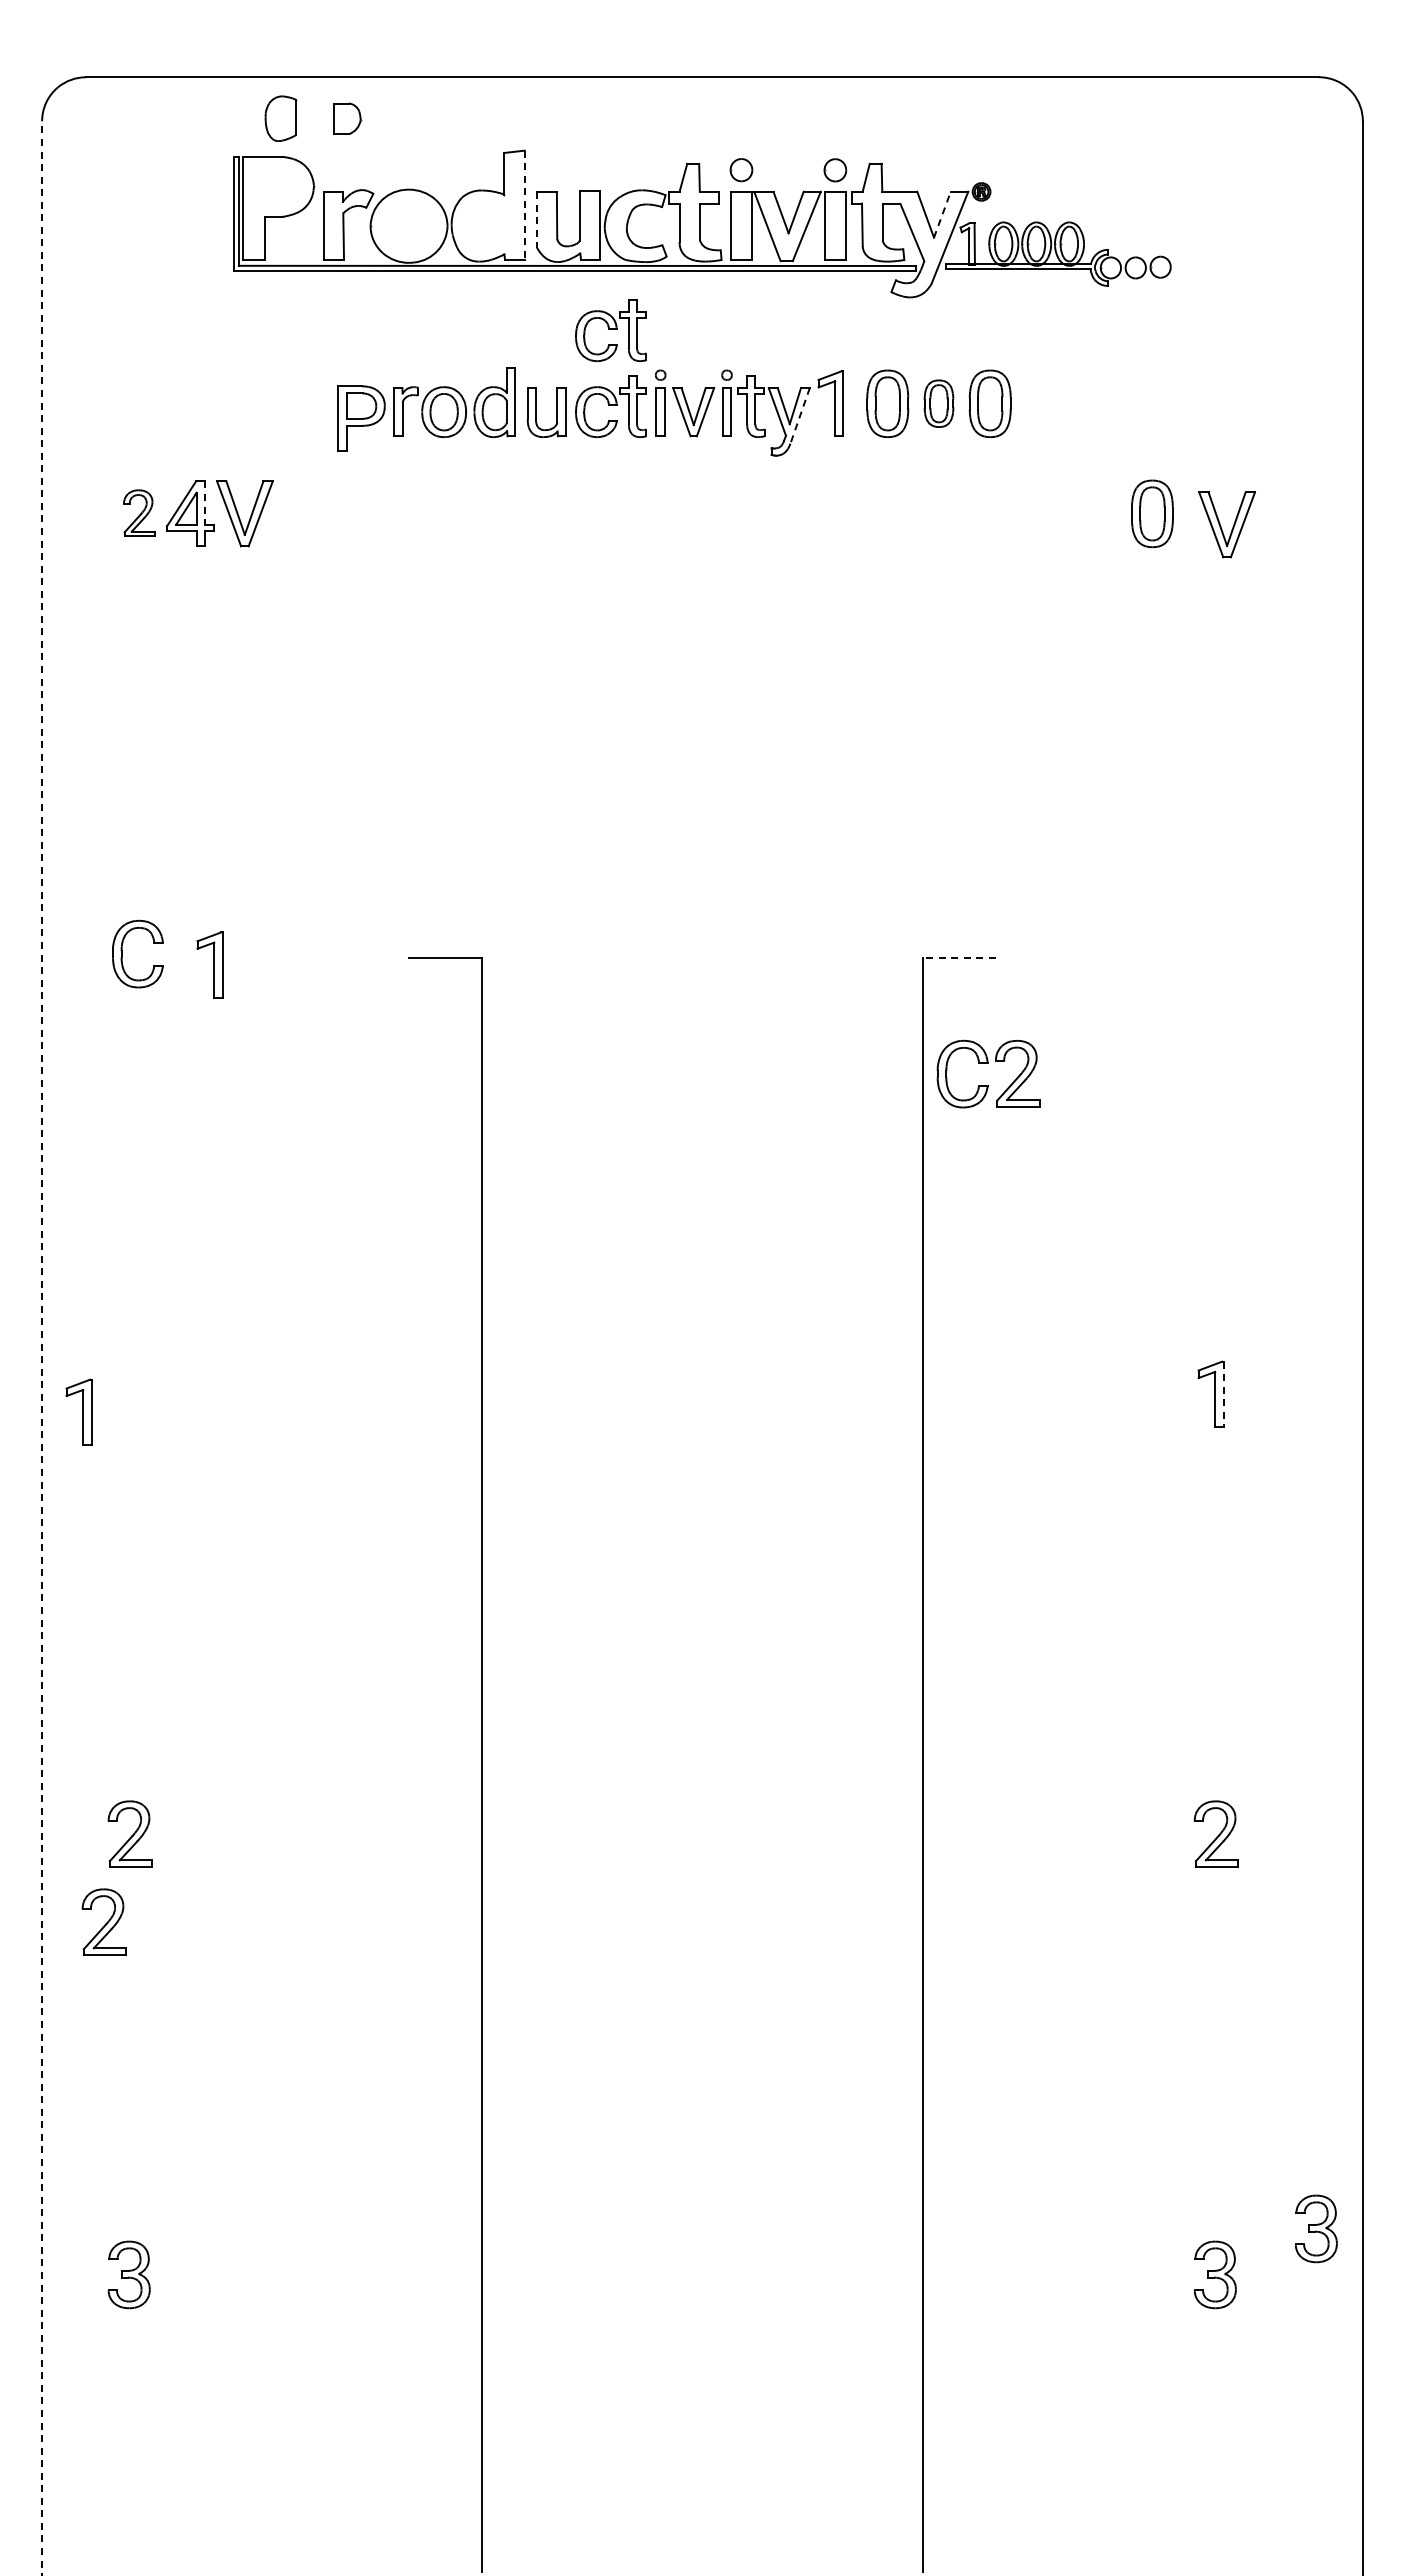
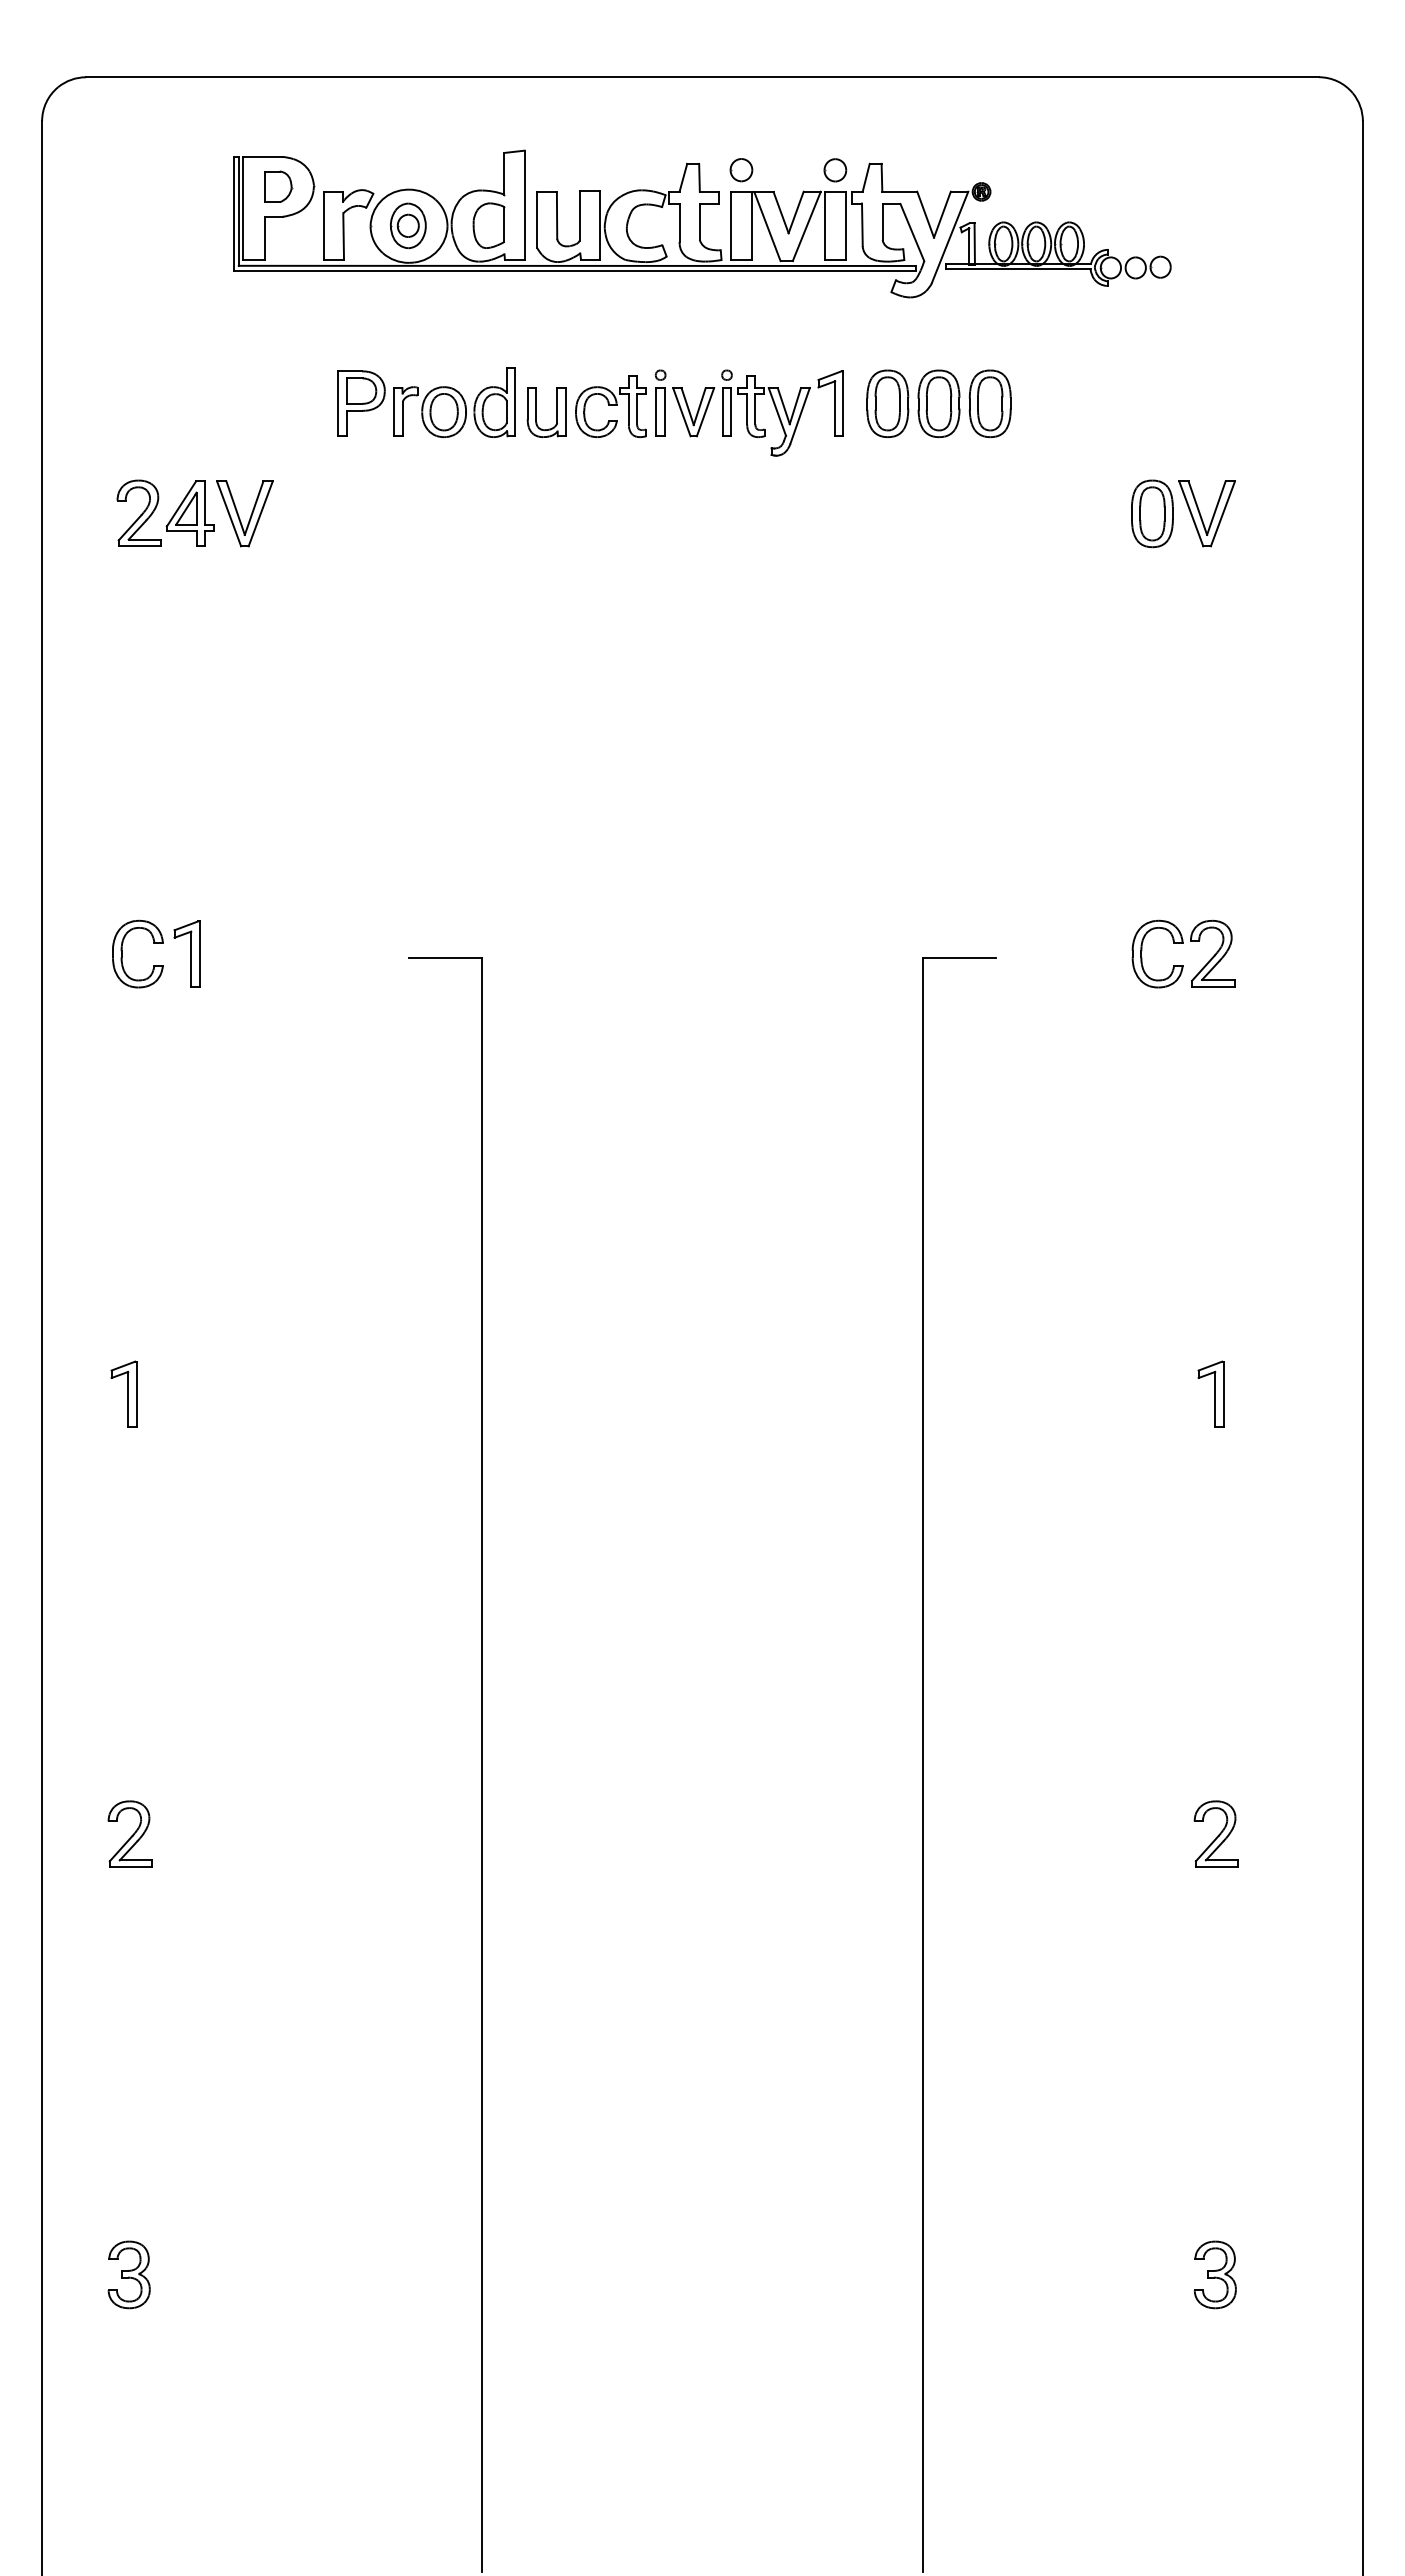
part at (280, 118) position: (280, 118) -> (488, 225)
part at (347, 118) position: (347, 118) -> (278, 186)
line at (524, 205): dashed -> solid
line at (942, 214): dashed -> solid
line at (536, 219): dashed -> solid
part at (408, 225): none -> present
part at (610, 330): present -> none
part at (938, 403) size: 32x49 px -> 44x69 px
line at (799, 416): dashed -> solid
part at (361, 418) position: (361, 418) -> (361, 403)
line at (204, 503): dashed -> solid
part at (139, 512) size: 33x48 px -> 46x68 px
part at (1226, 524) position: (1226, 524) -> (1206, 513)
line at (959, 957): dashed -> solid
part at (209, 964) position: (209, 964) -> (186, 953)
part at (988, 1063) position: (988, 1063) -> (1183, 943)
line at (42, 1348): dashed -> solid
line at (1223, 1394): dashed -> solid
part at (78, 1411) position: (78, 1411) -> (123, 1393)
part at (103, 1921): present -> none
part at (1315, 2228): present -> none
